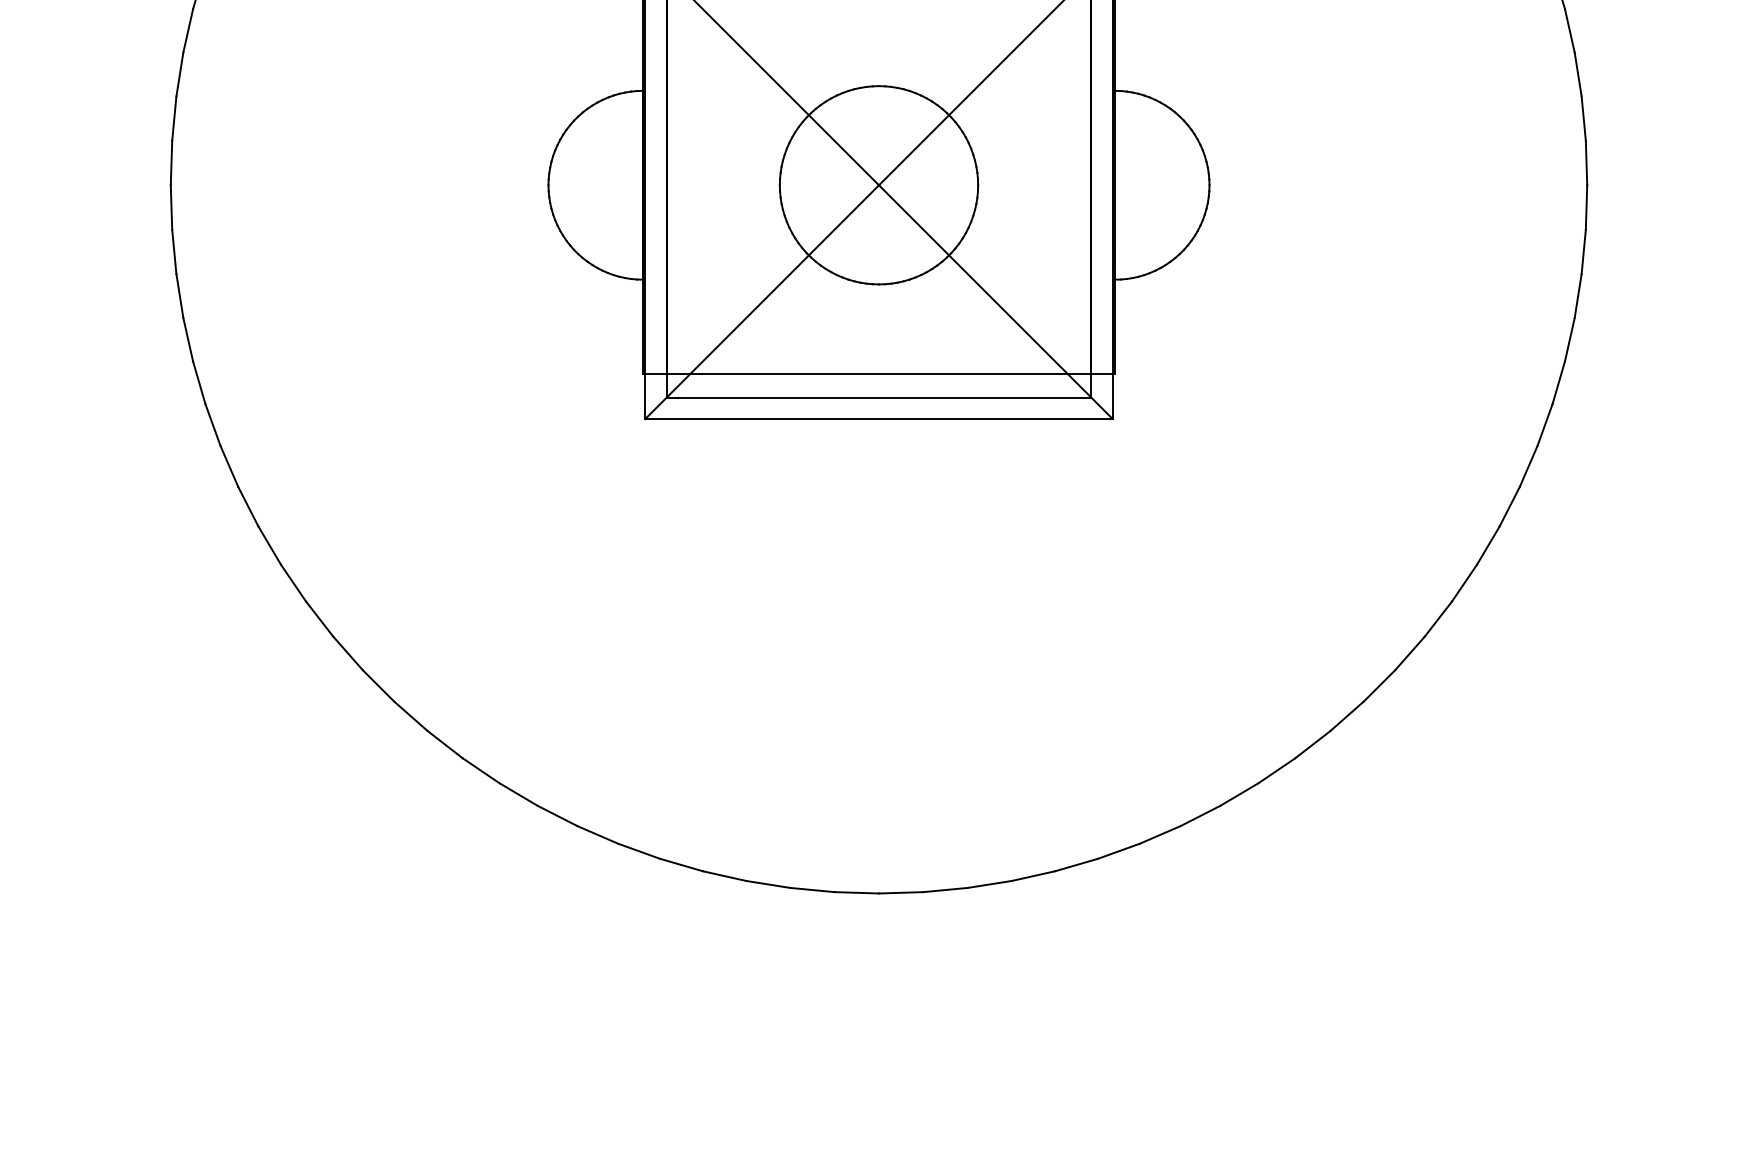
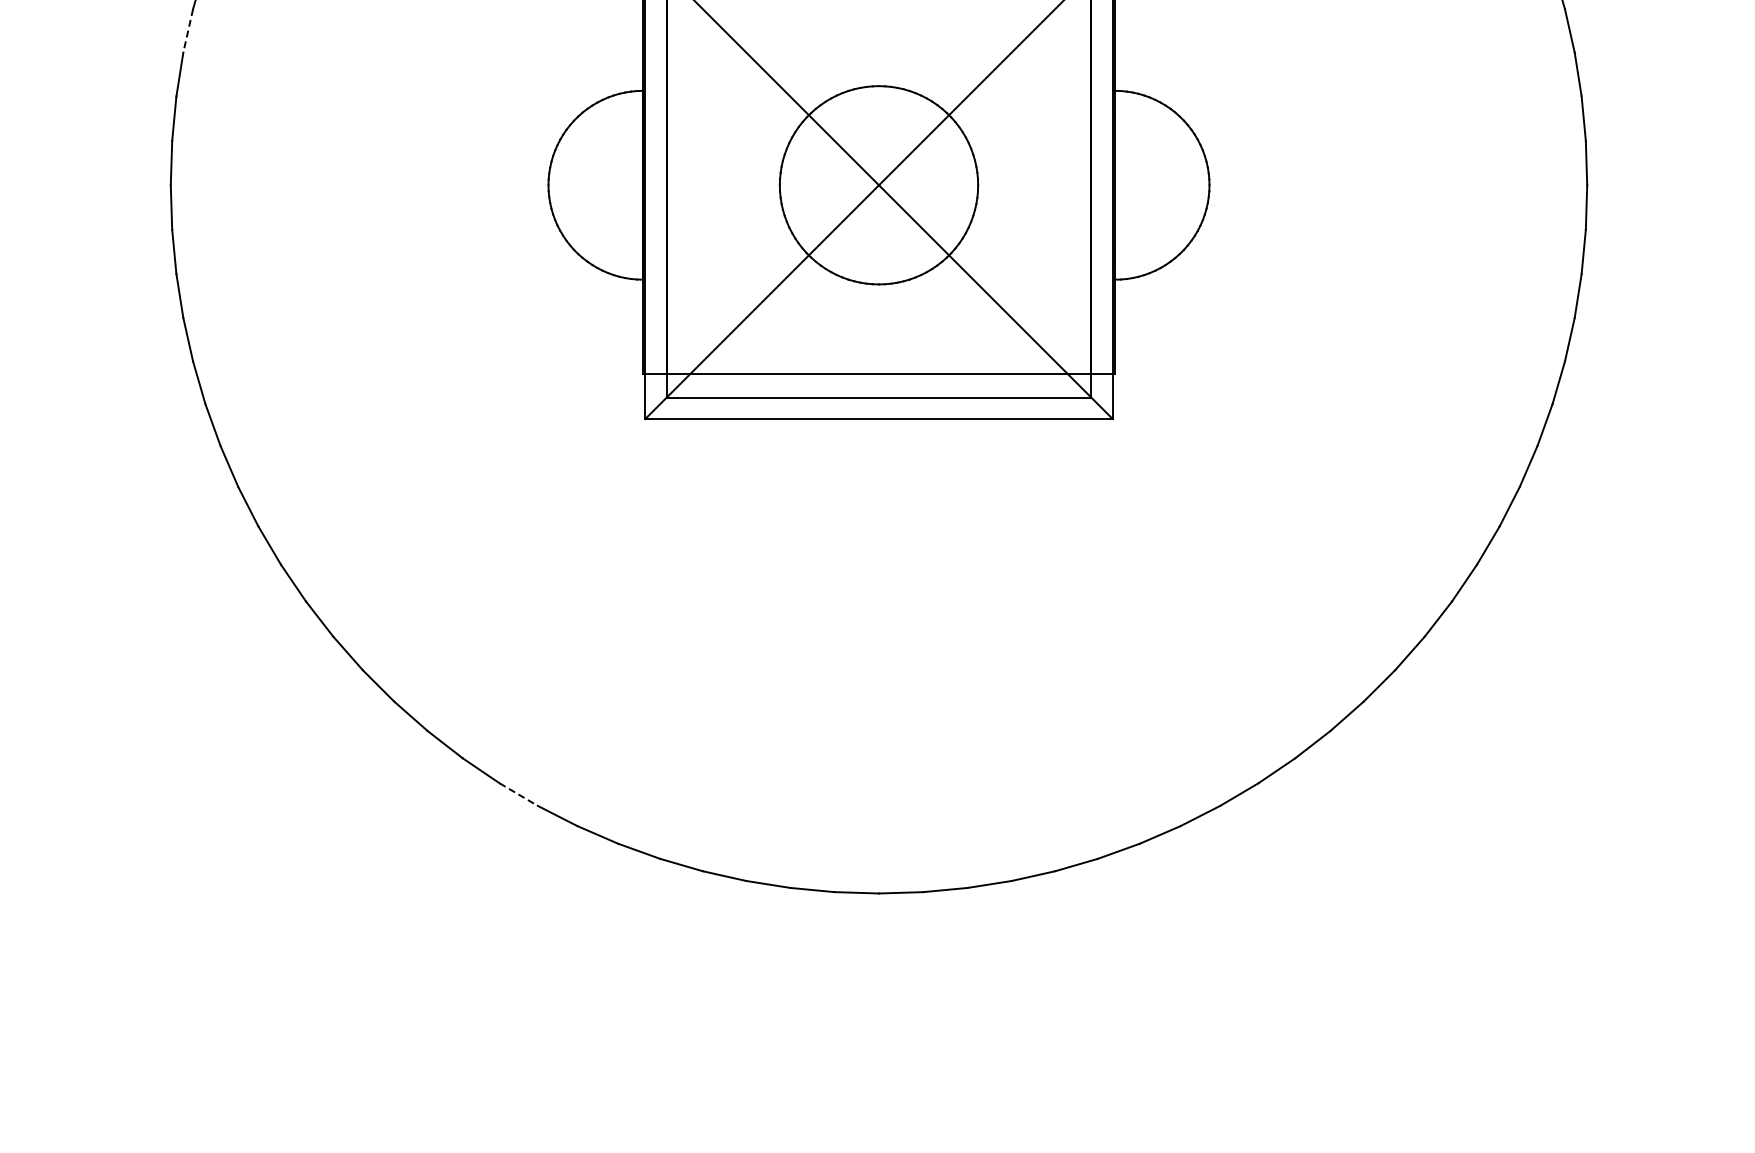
line at (188, 31): solid -> dashed
line at (519, 794): solid -> dashed
